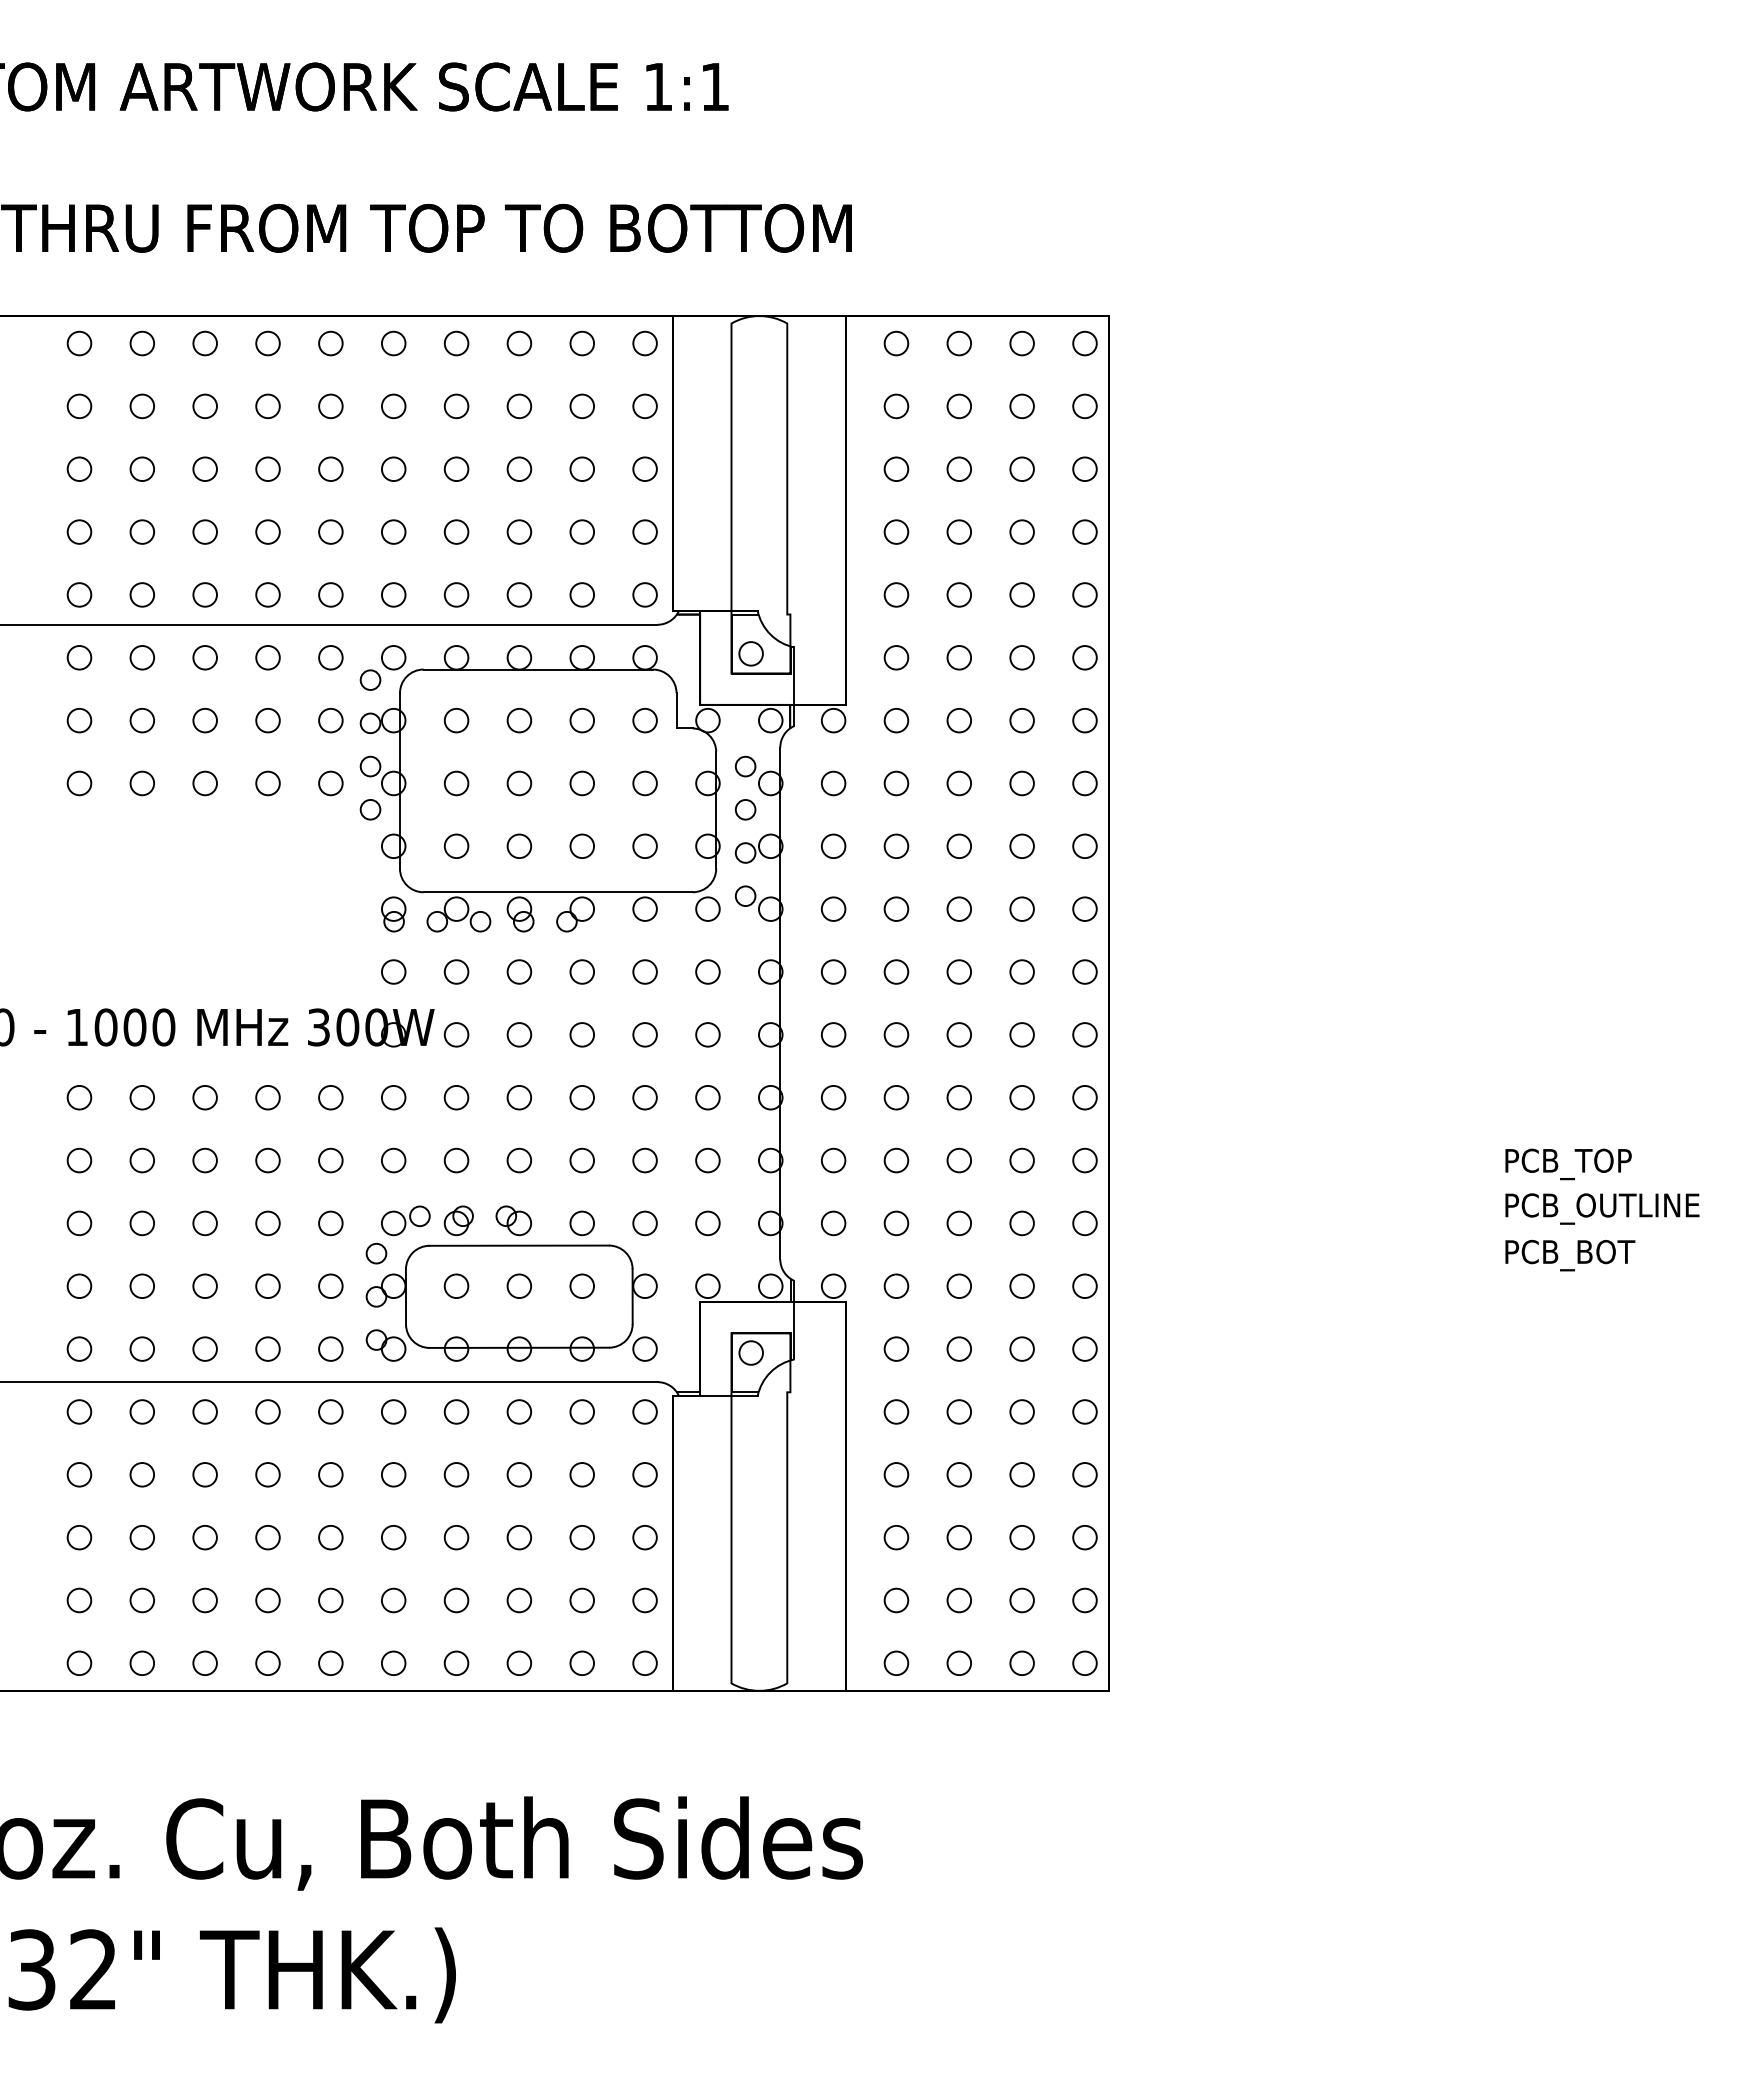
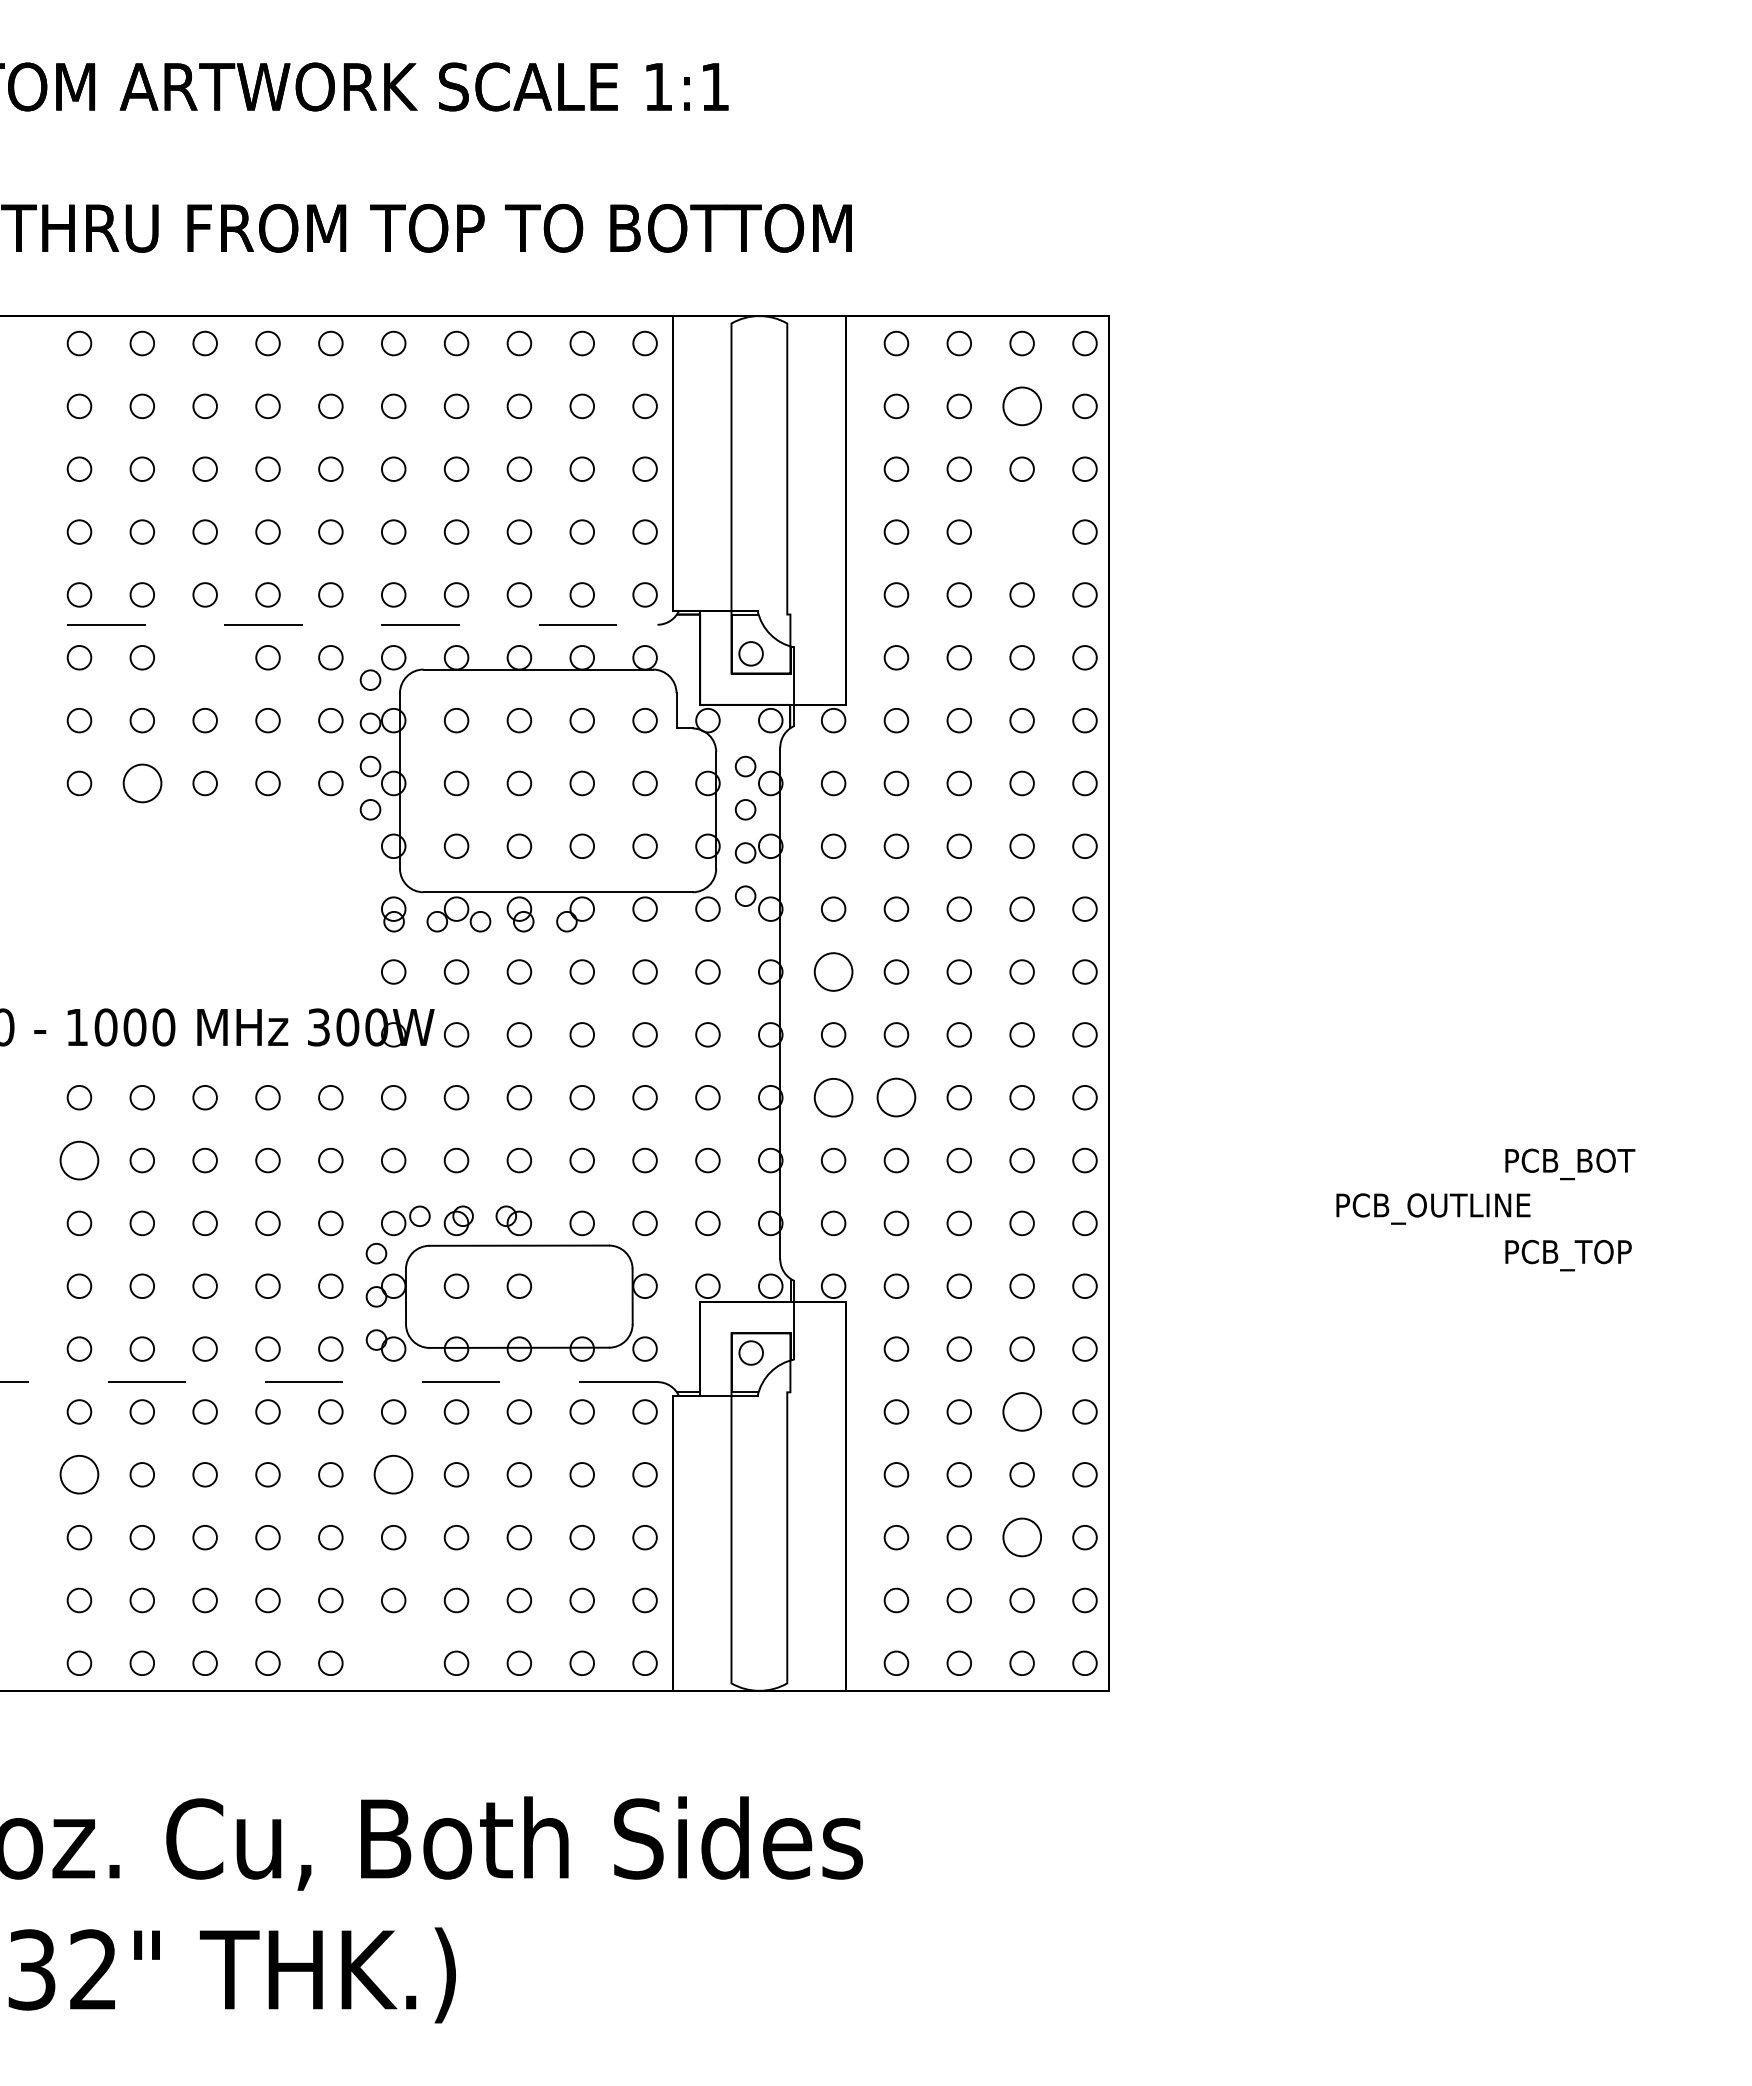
circle at (1021, 406) size: 26x27 px -> 40x41 px
circle at (1021, 531): present -> none
line at (329, 624): solid -> dashed
circle at (204, 657): present -> none
circle at (141, 783) size: 26x27 px -> 41x41 px
circle at (833, 971) diameter: 24 px -> 38 px
circle at (833, 1097) diameter: 24 px -> 38 px
circle at (896, 1097) size: 27x26 px -> 41x41 px
circle at (79, 1160) size: 27x27 px -> 41x41 px
text at (1604, 1160): PCB_TOP -> PCB_BOT
text at (1602, 1208) position: (1602, 1208) -> (1433, 1208)
text at (1604, 1251): PCB_BOT -> PCB_TOP
circle at (581, 1285): present -> none
line at (328, 1382): solid -> dashed
circle at (1021, 1411) size: 26x26 px -> 40x40 px
circle at (79, 1474) size: 27x26 px -> 41x40 px
circle at (393, 1474) size: 26x26 px -> 41x40 px
circle at (1021, 1537) size: 26x26 px -> 40x41 px
circle at (393, 1662): present -> none
